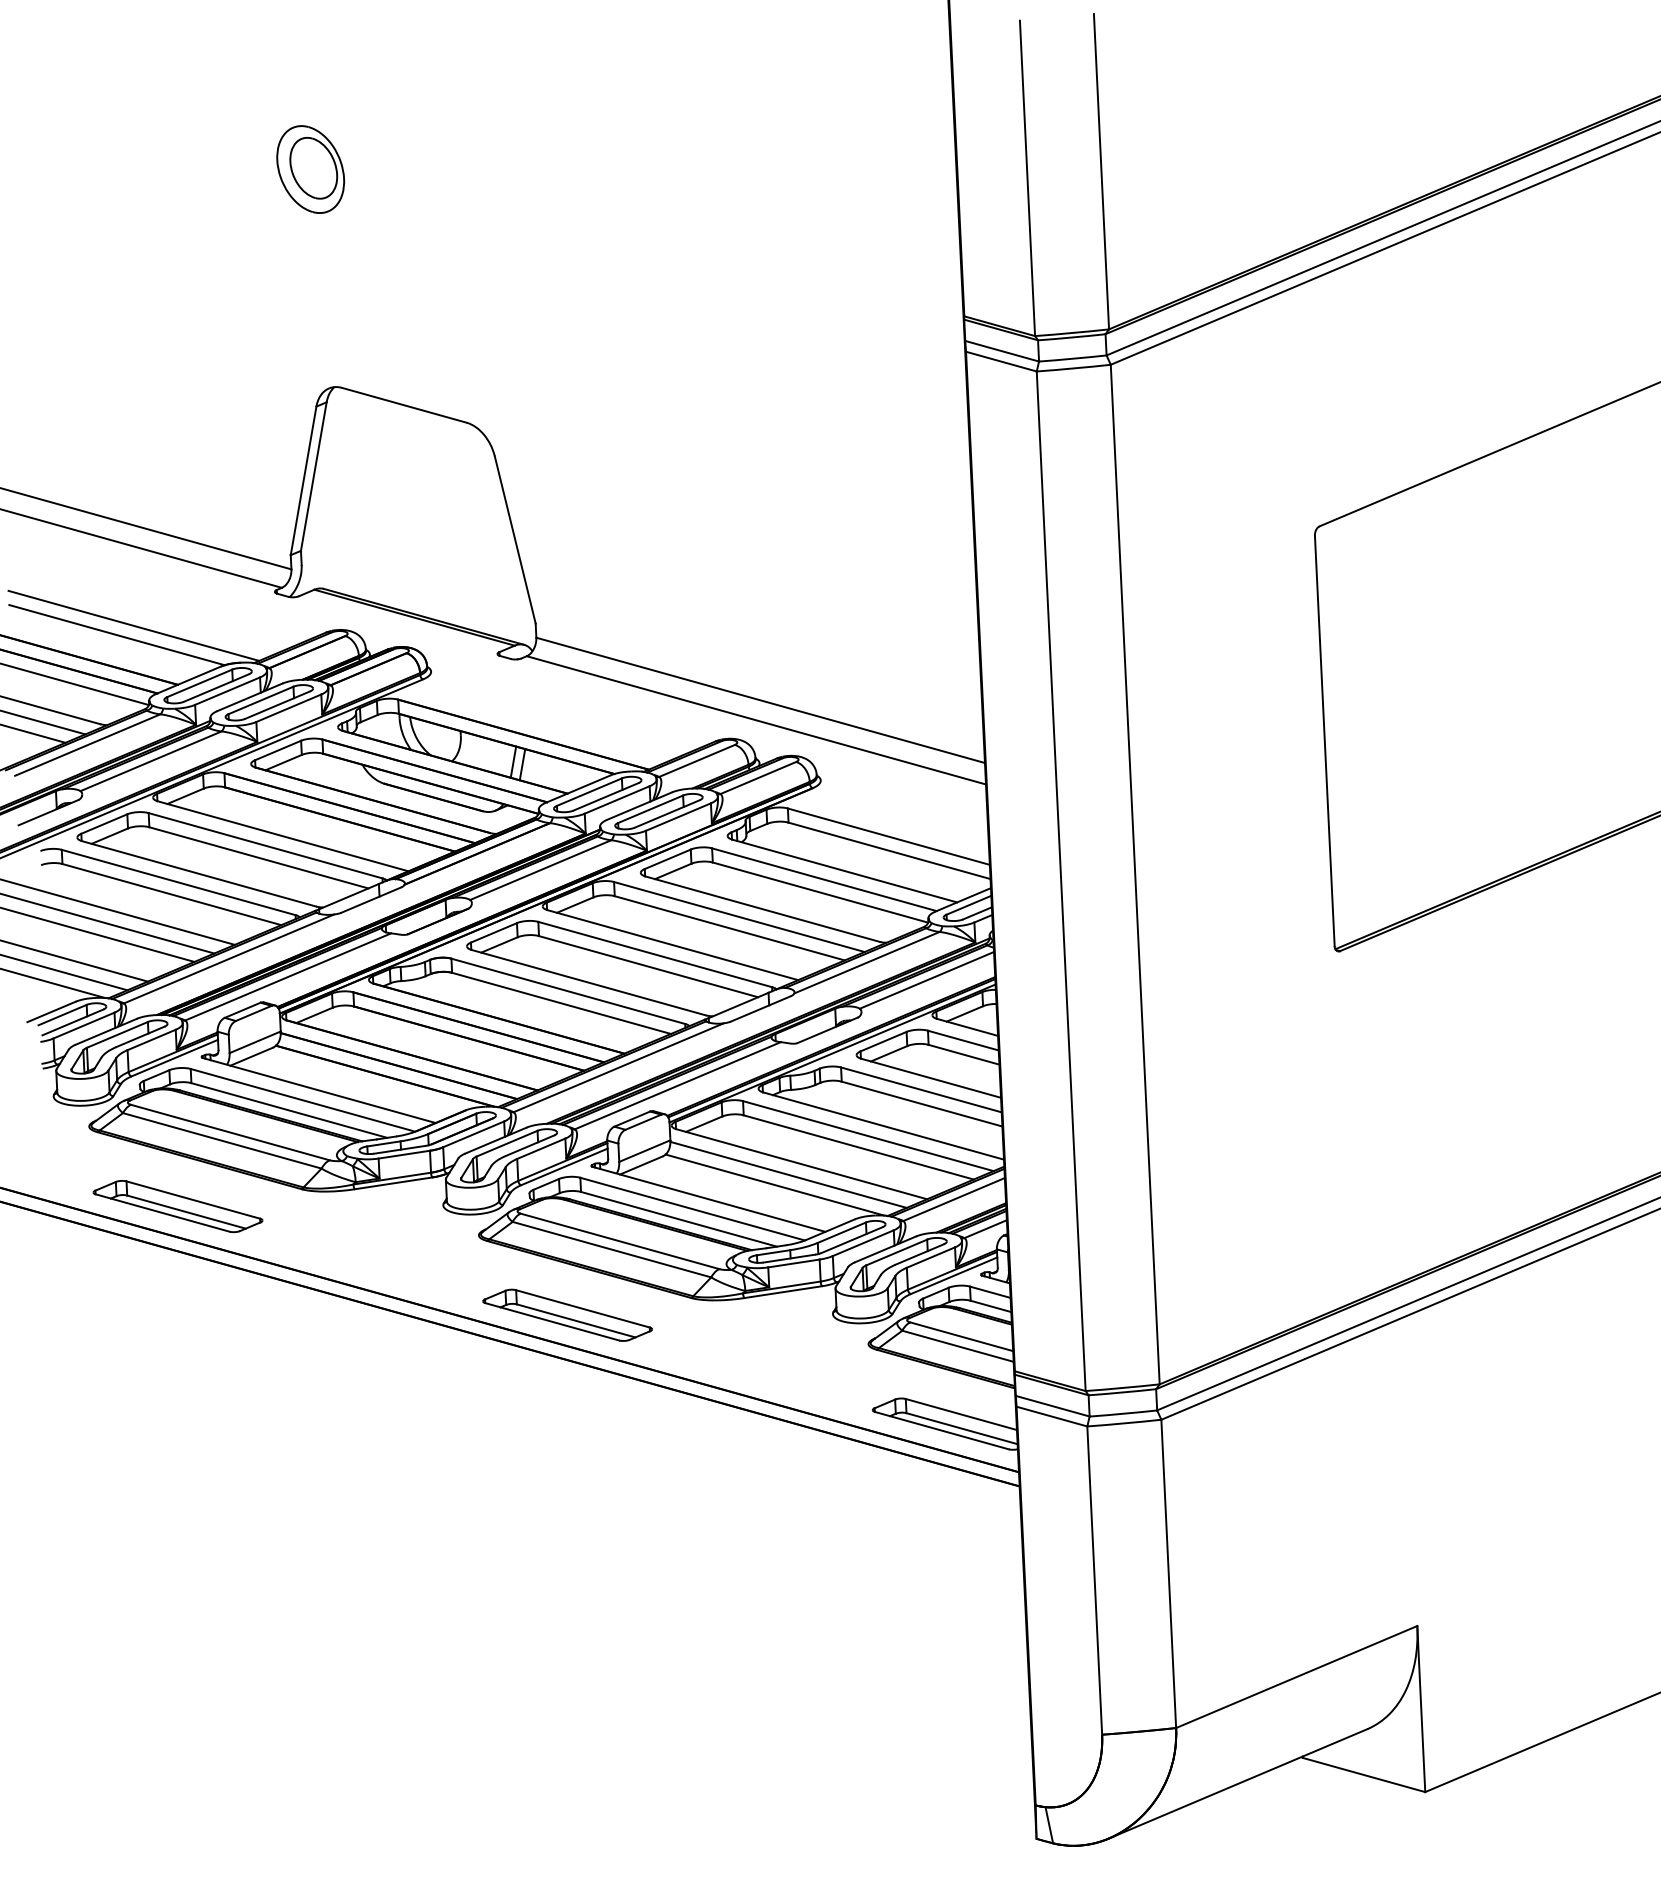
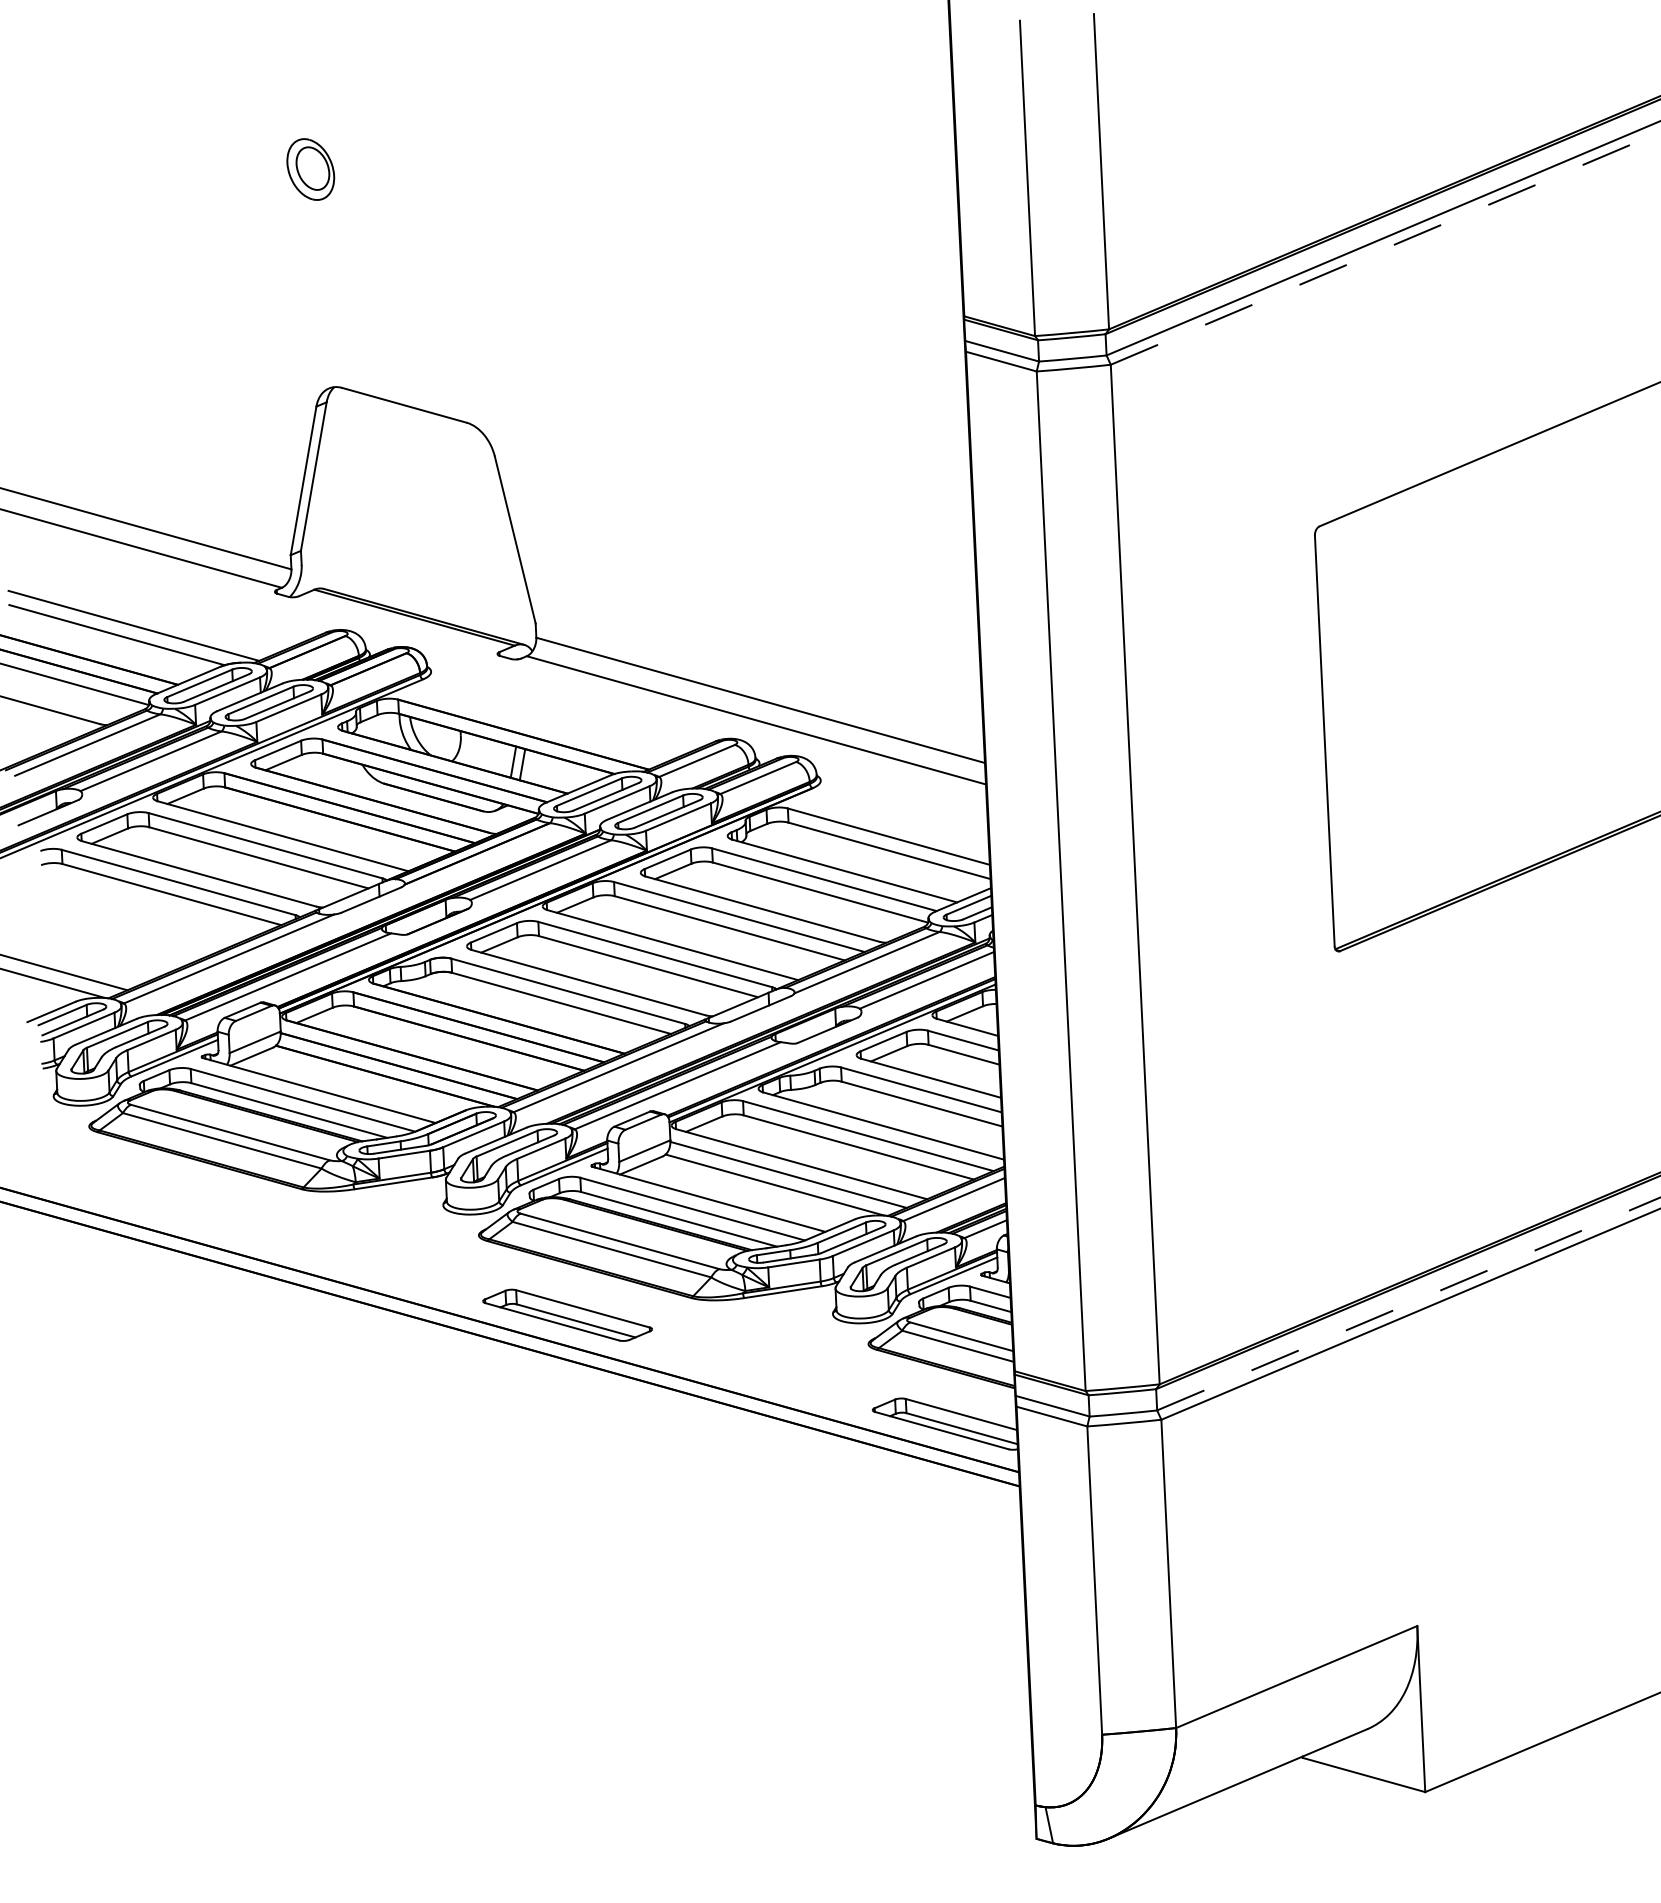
part at (310, 169) size: 70x89 px -> 50x63 px
line at (1386, 248): solid -> dashed
line at (43, 722): present -> none
line at (33, 733): present -> none
line at (118, 912): present -> none
line at (108, 923): present -> none
line at (98, 934): present -> none
line at (74, 960): present -> none
part at (177, 1206): present -> none
line at (1409, 1303): solid -> dashed
